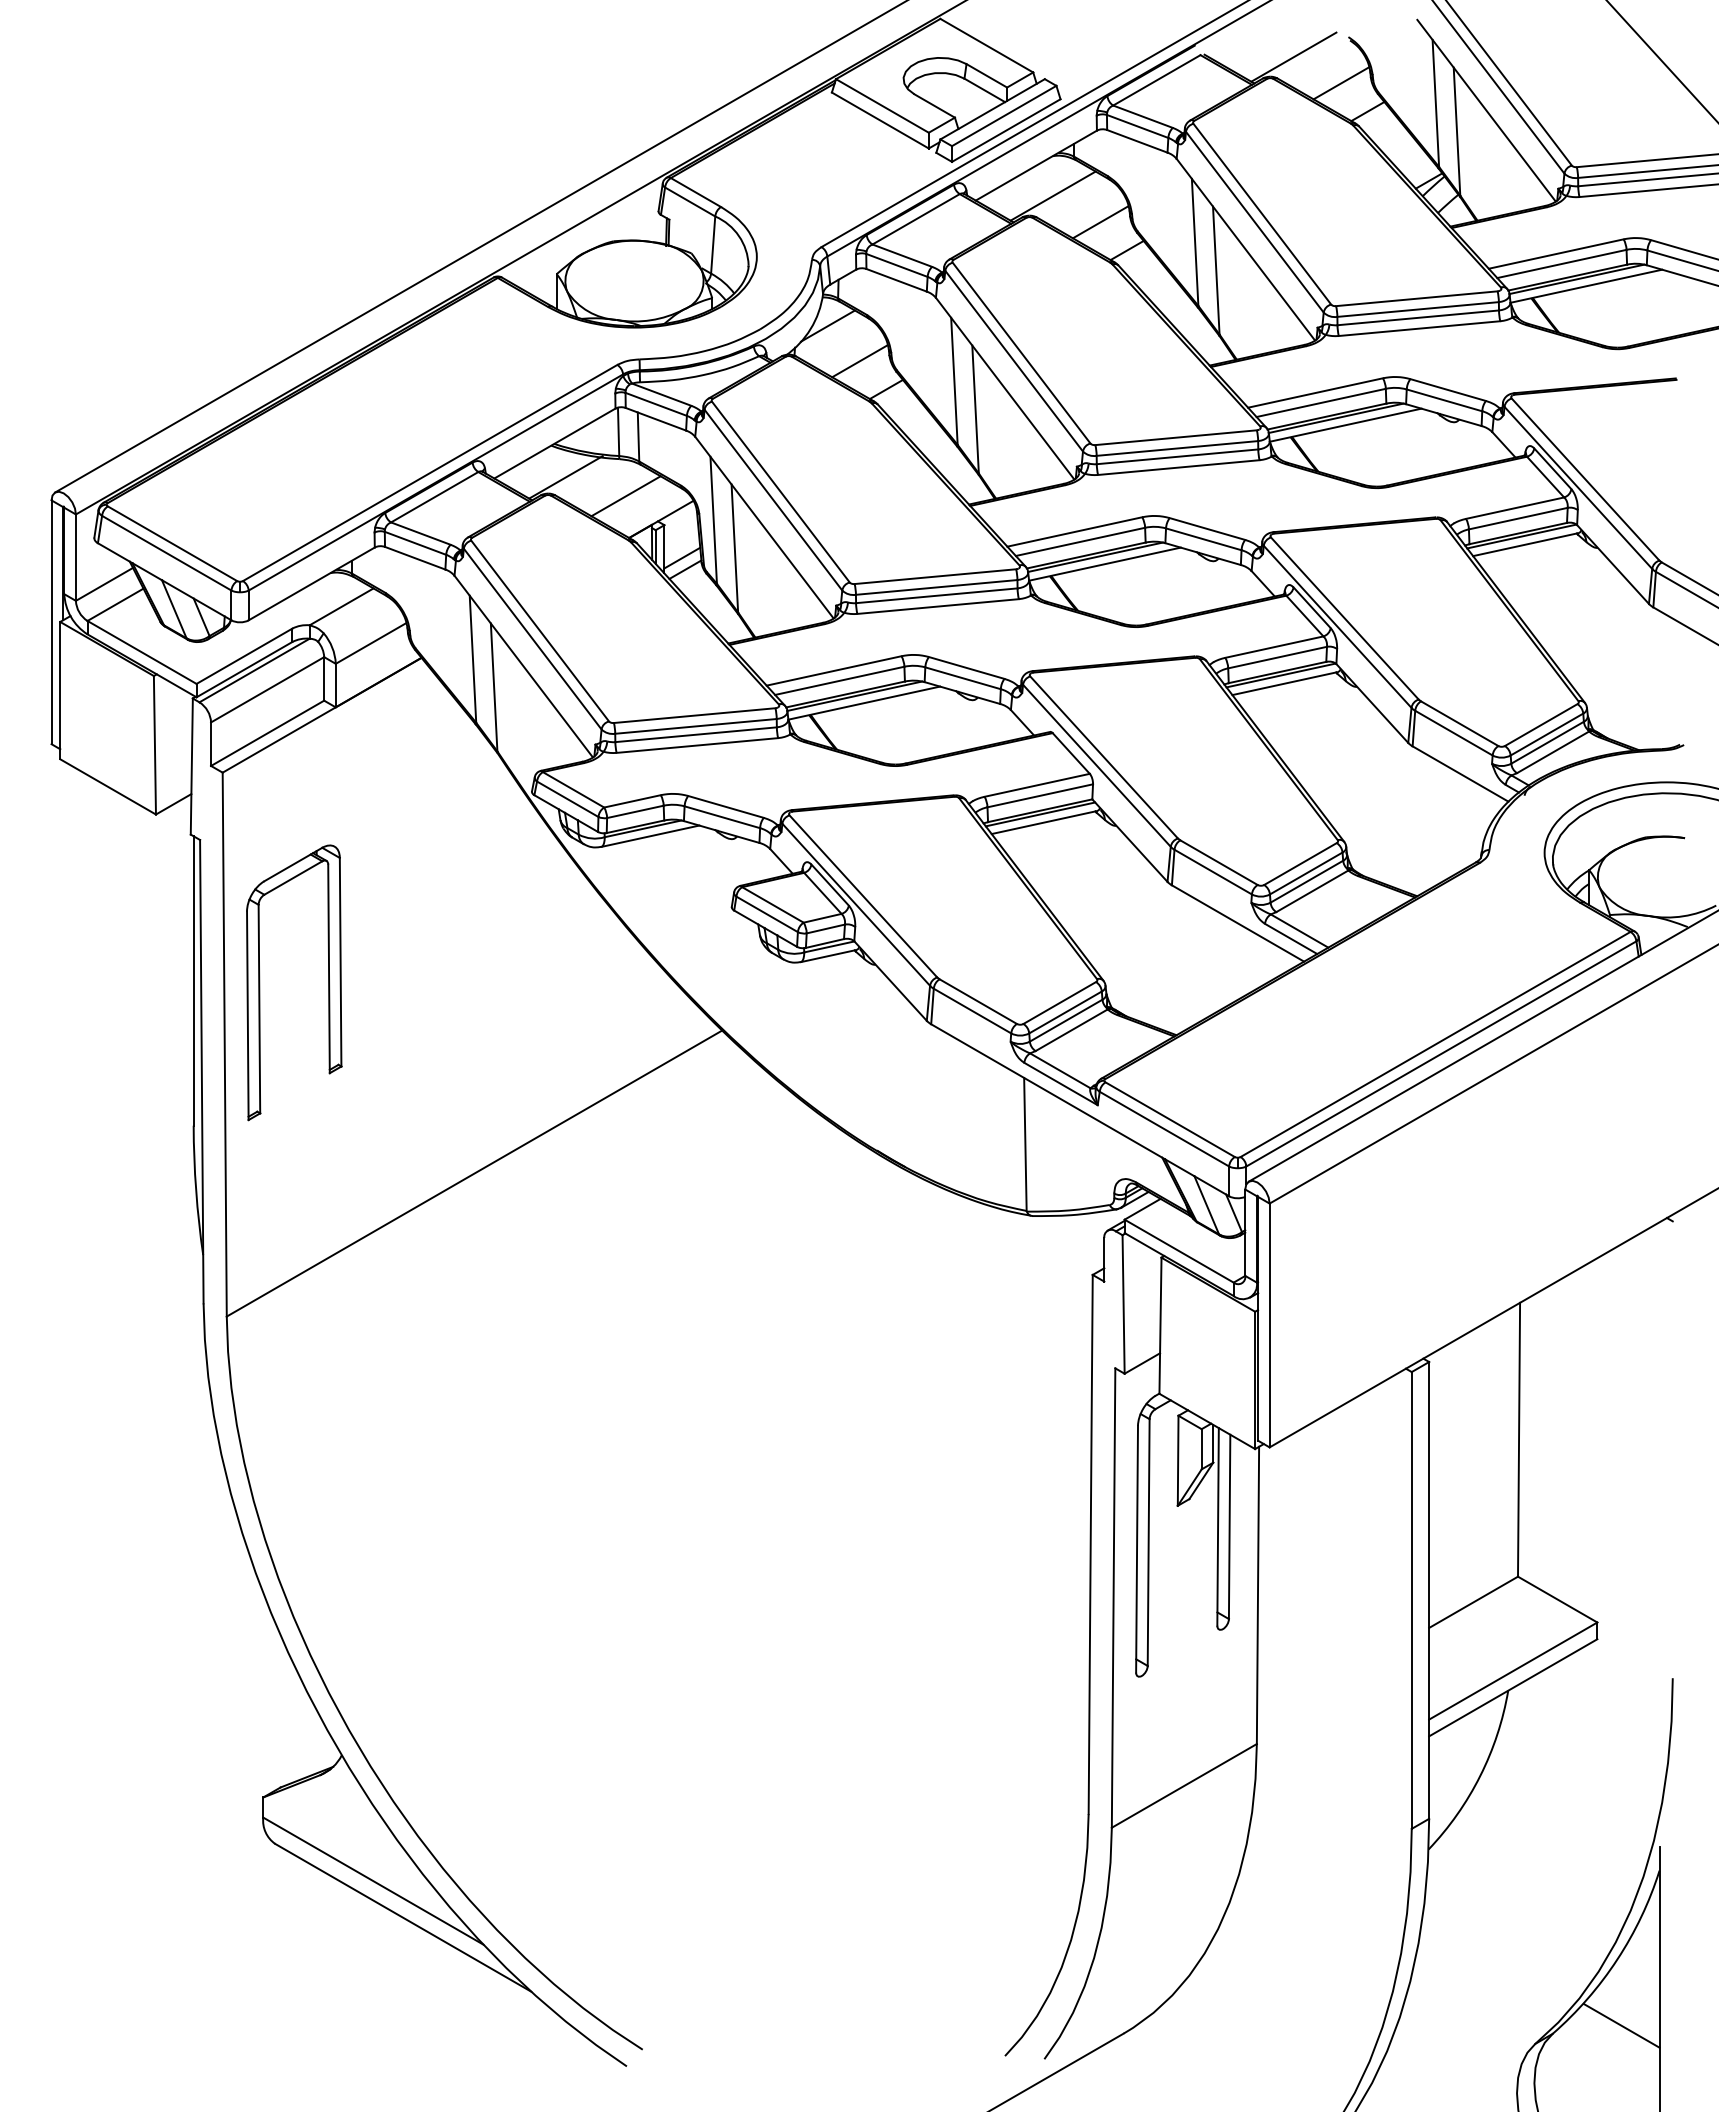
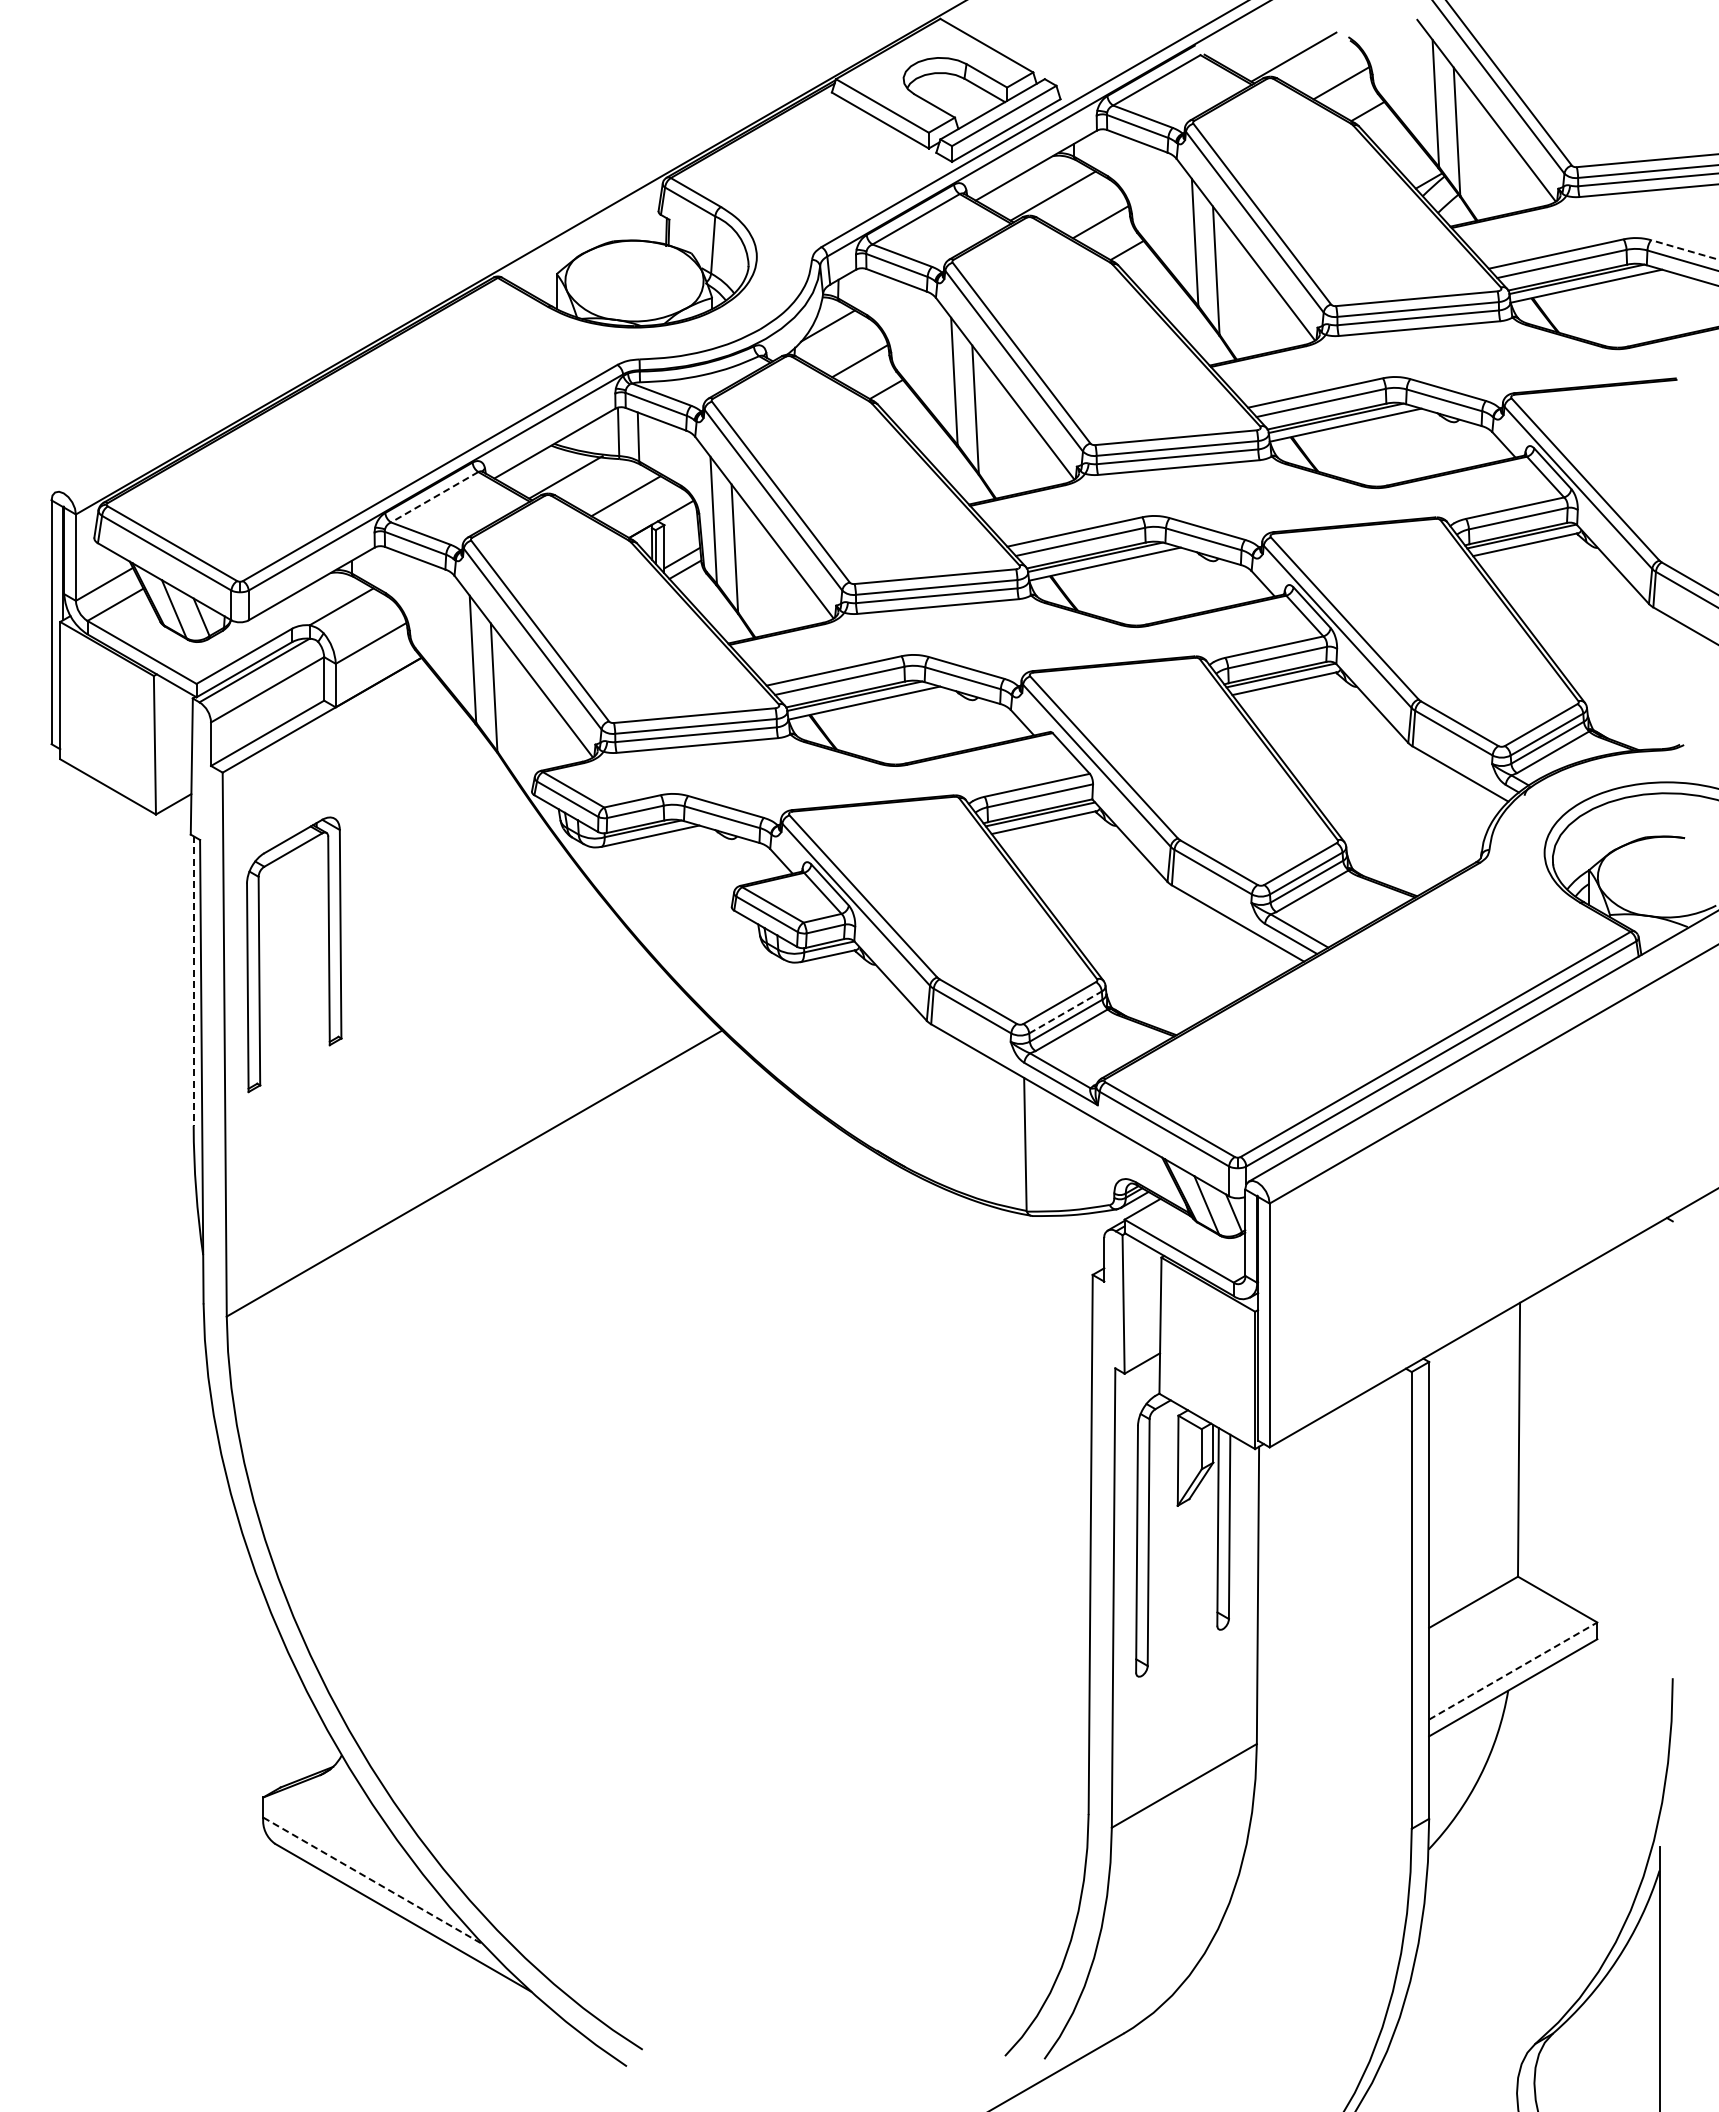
line at (1661, 60): present -> none
line at (479, 247): present -> none
line at (1684, 249): solid -> dashed
line at (434, 497): solid -> dashed
line at (193, 981): solid -> dashed
part at (260, 982) position: (260, 982) -> (260, 954)
line at (1065, 1012): solid -> dashed
line at (1513, 1670): solid -> dashed
line at (373, 1881): solid -> dashed
line at (1621, 2025): present -> none
